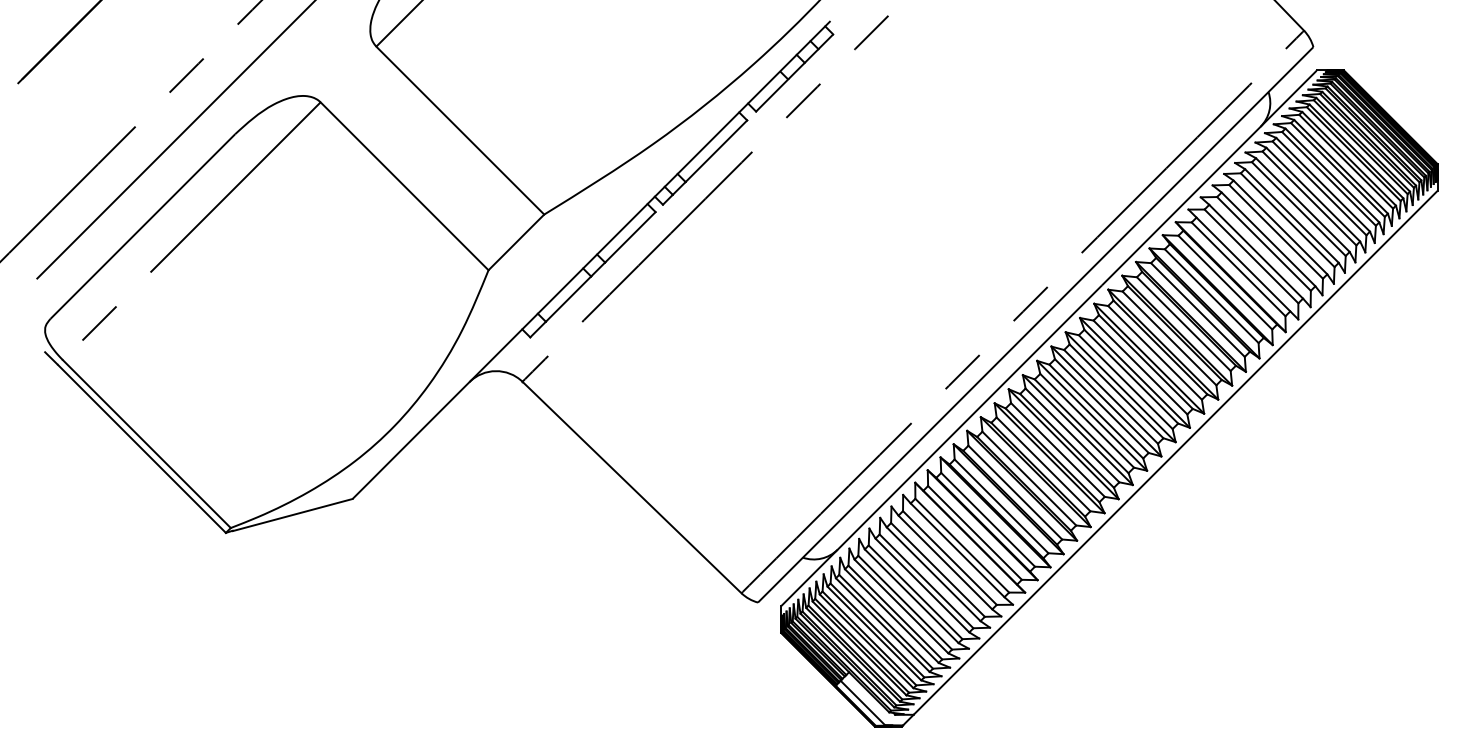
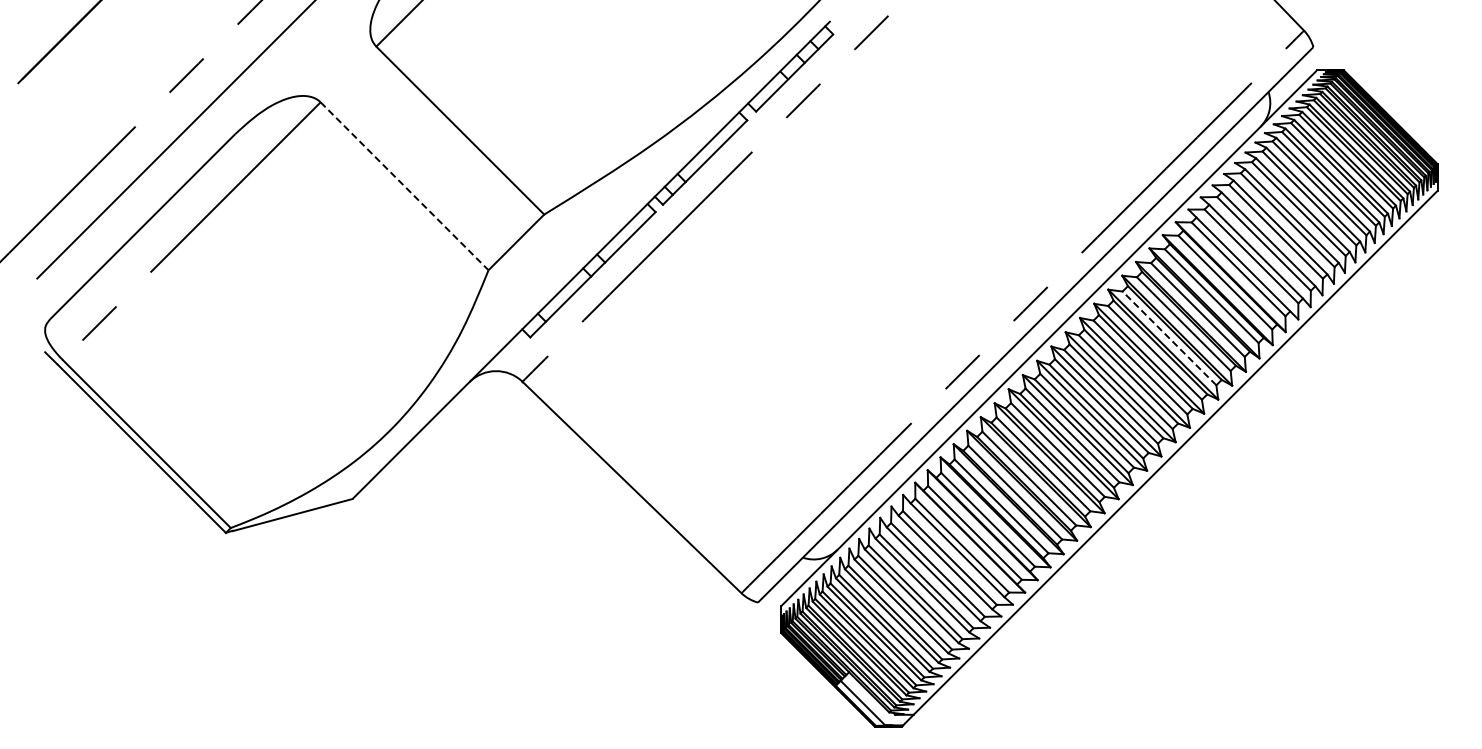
line at (404, 186): solid -> dashed
line at (1169, 338): solid -> dashed
